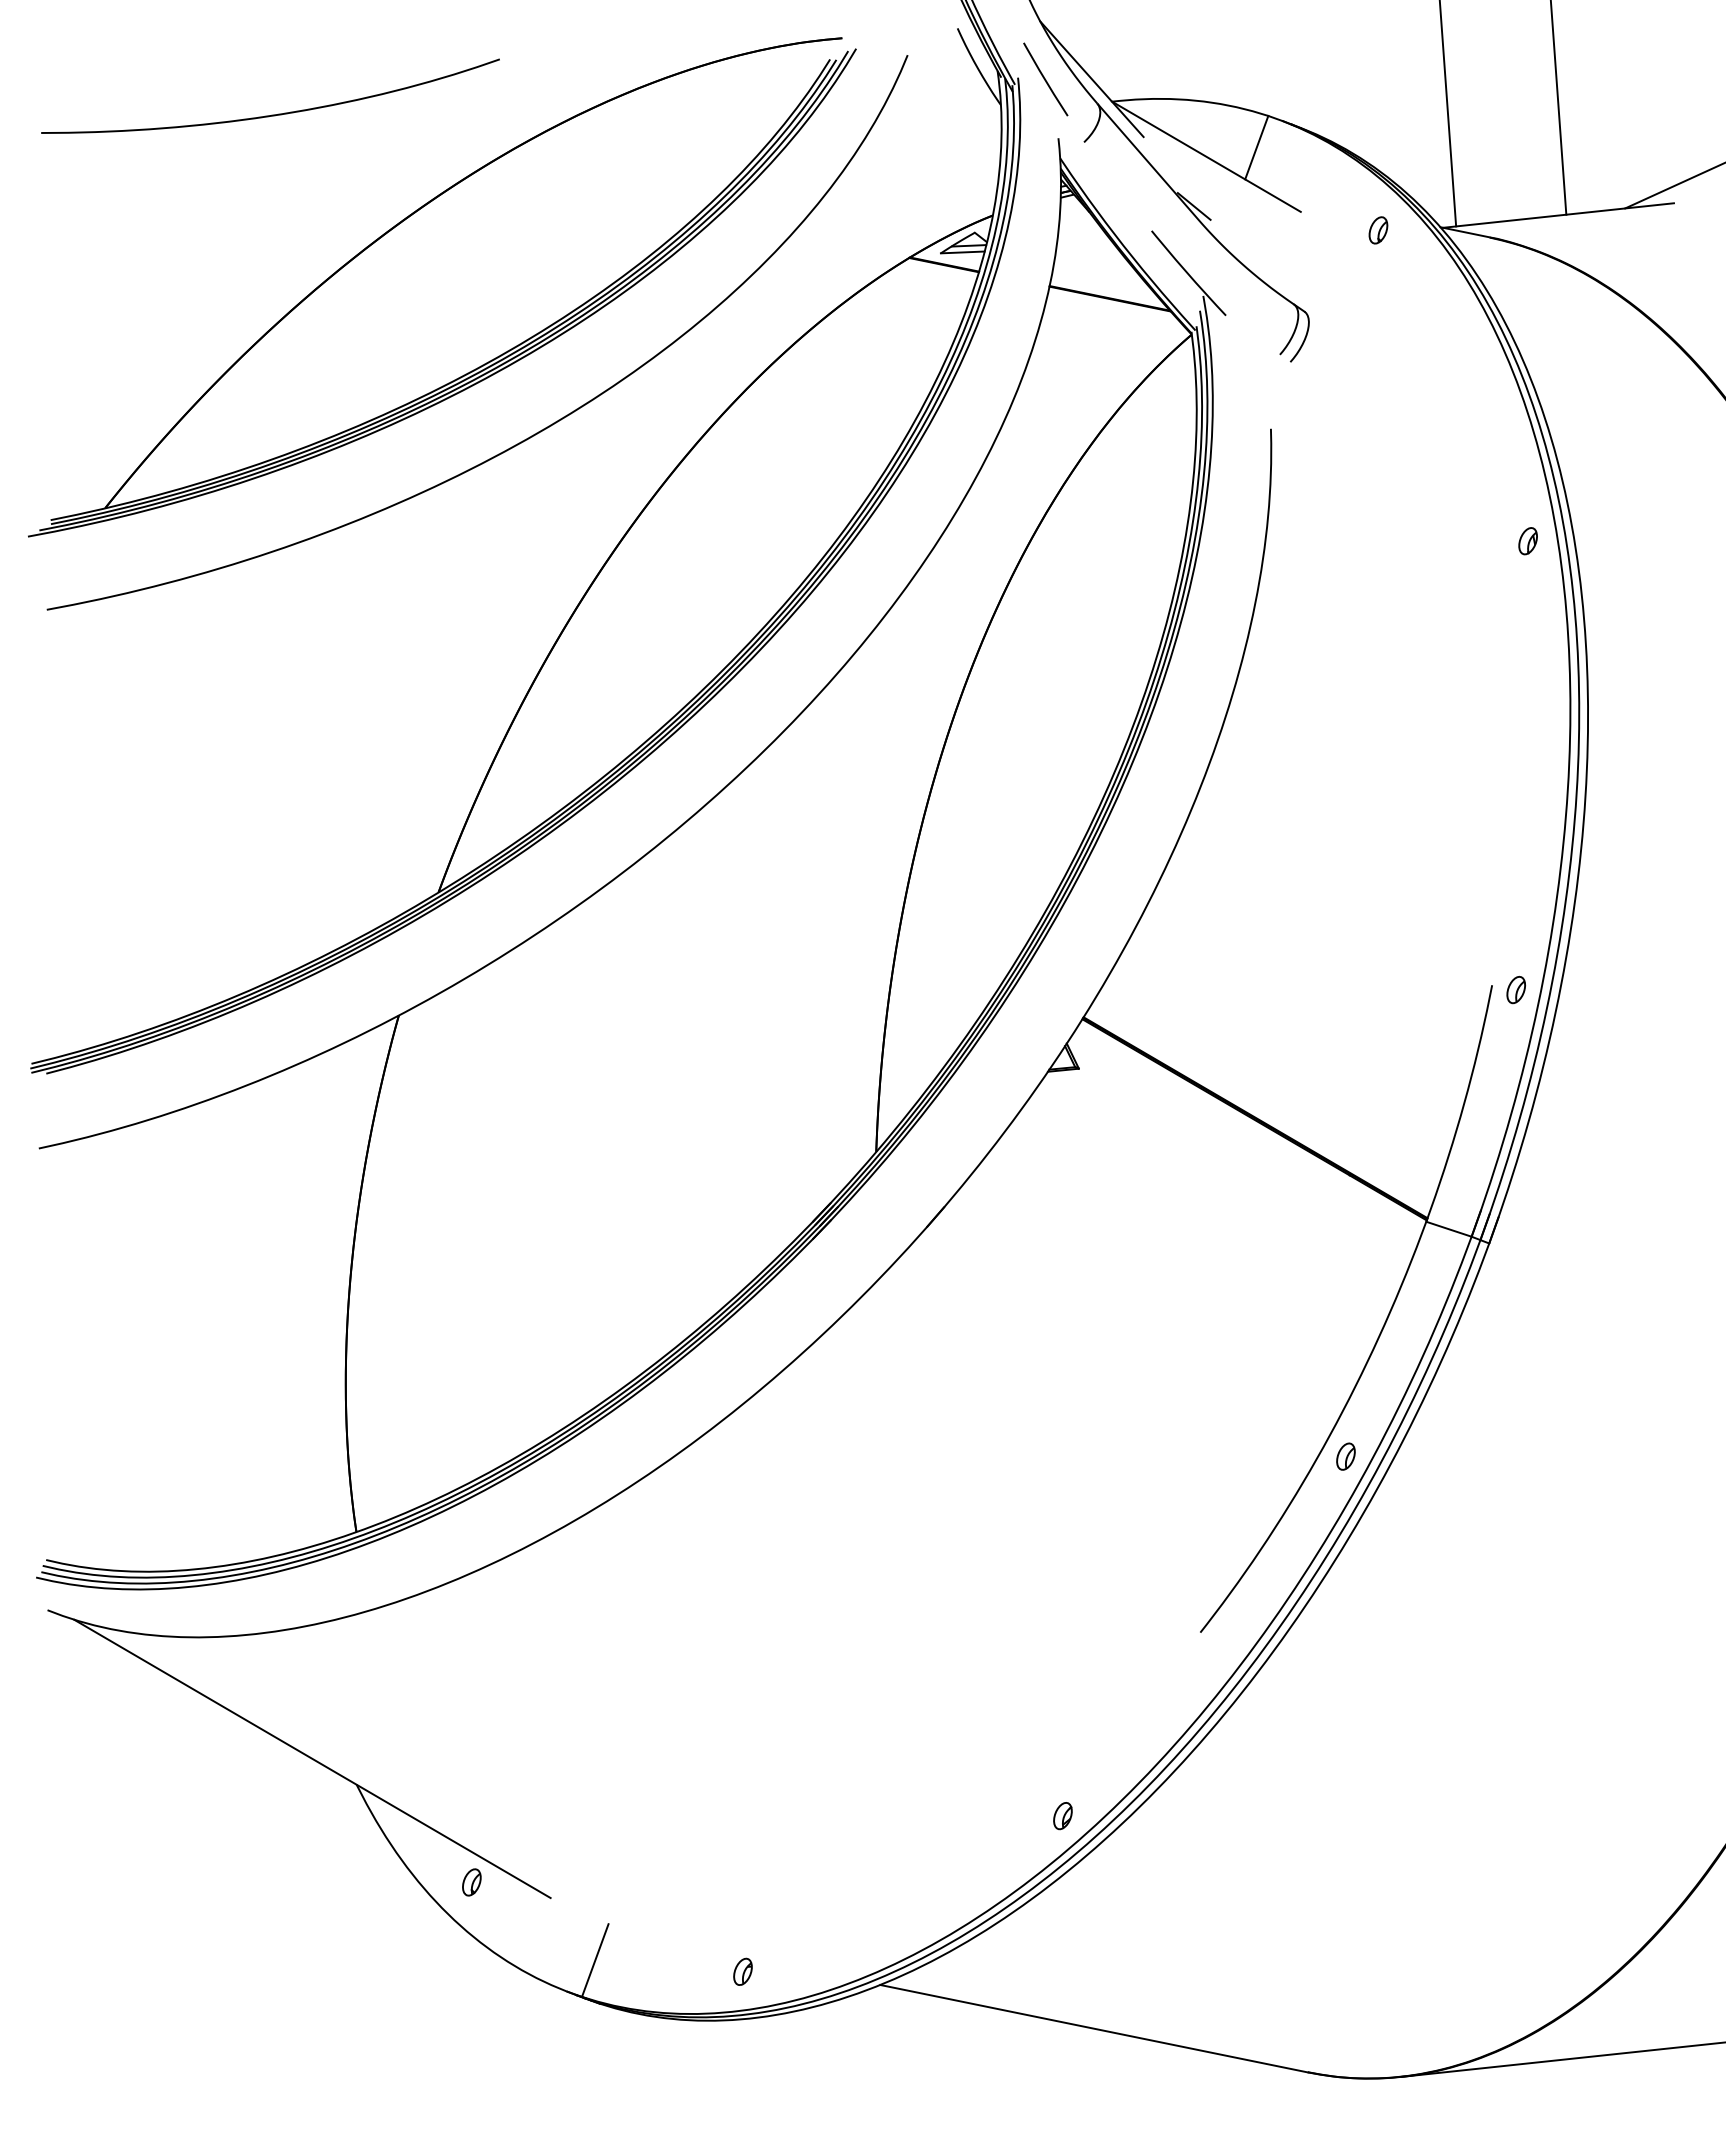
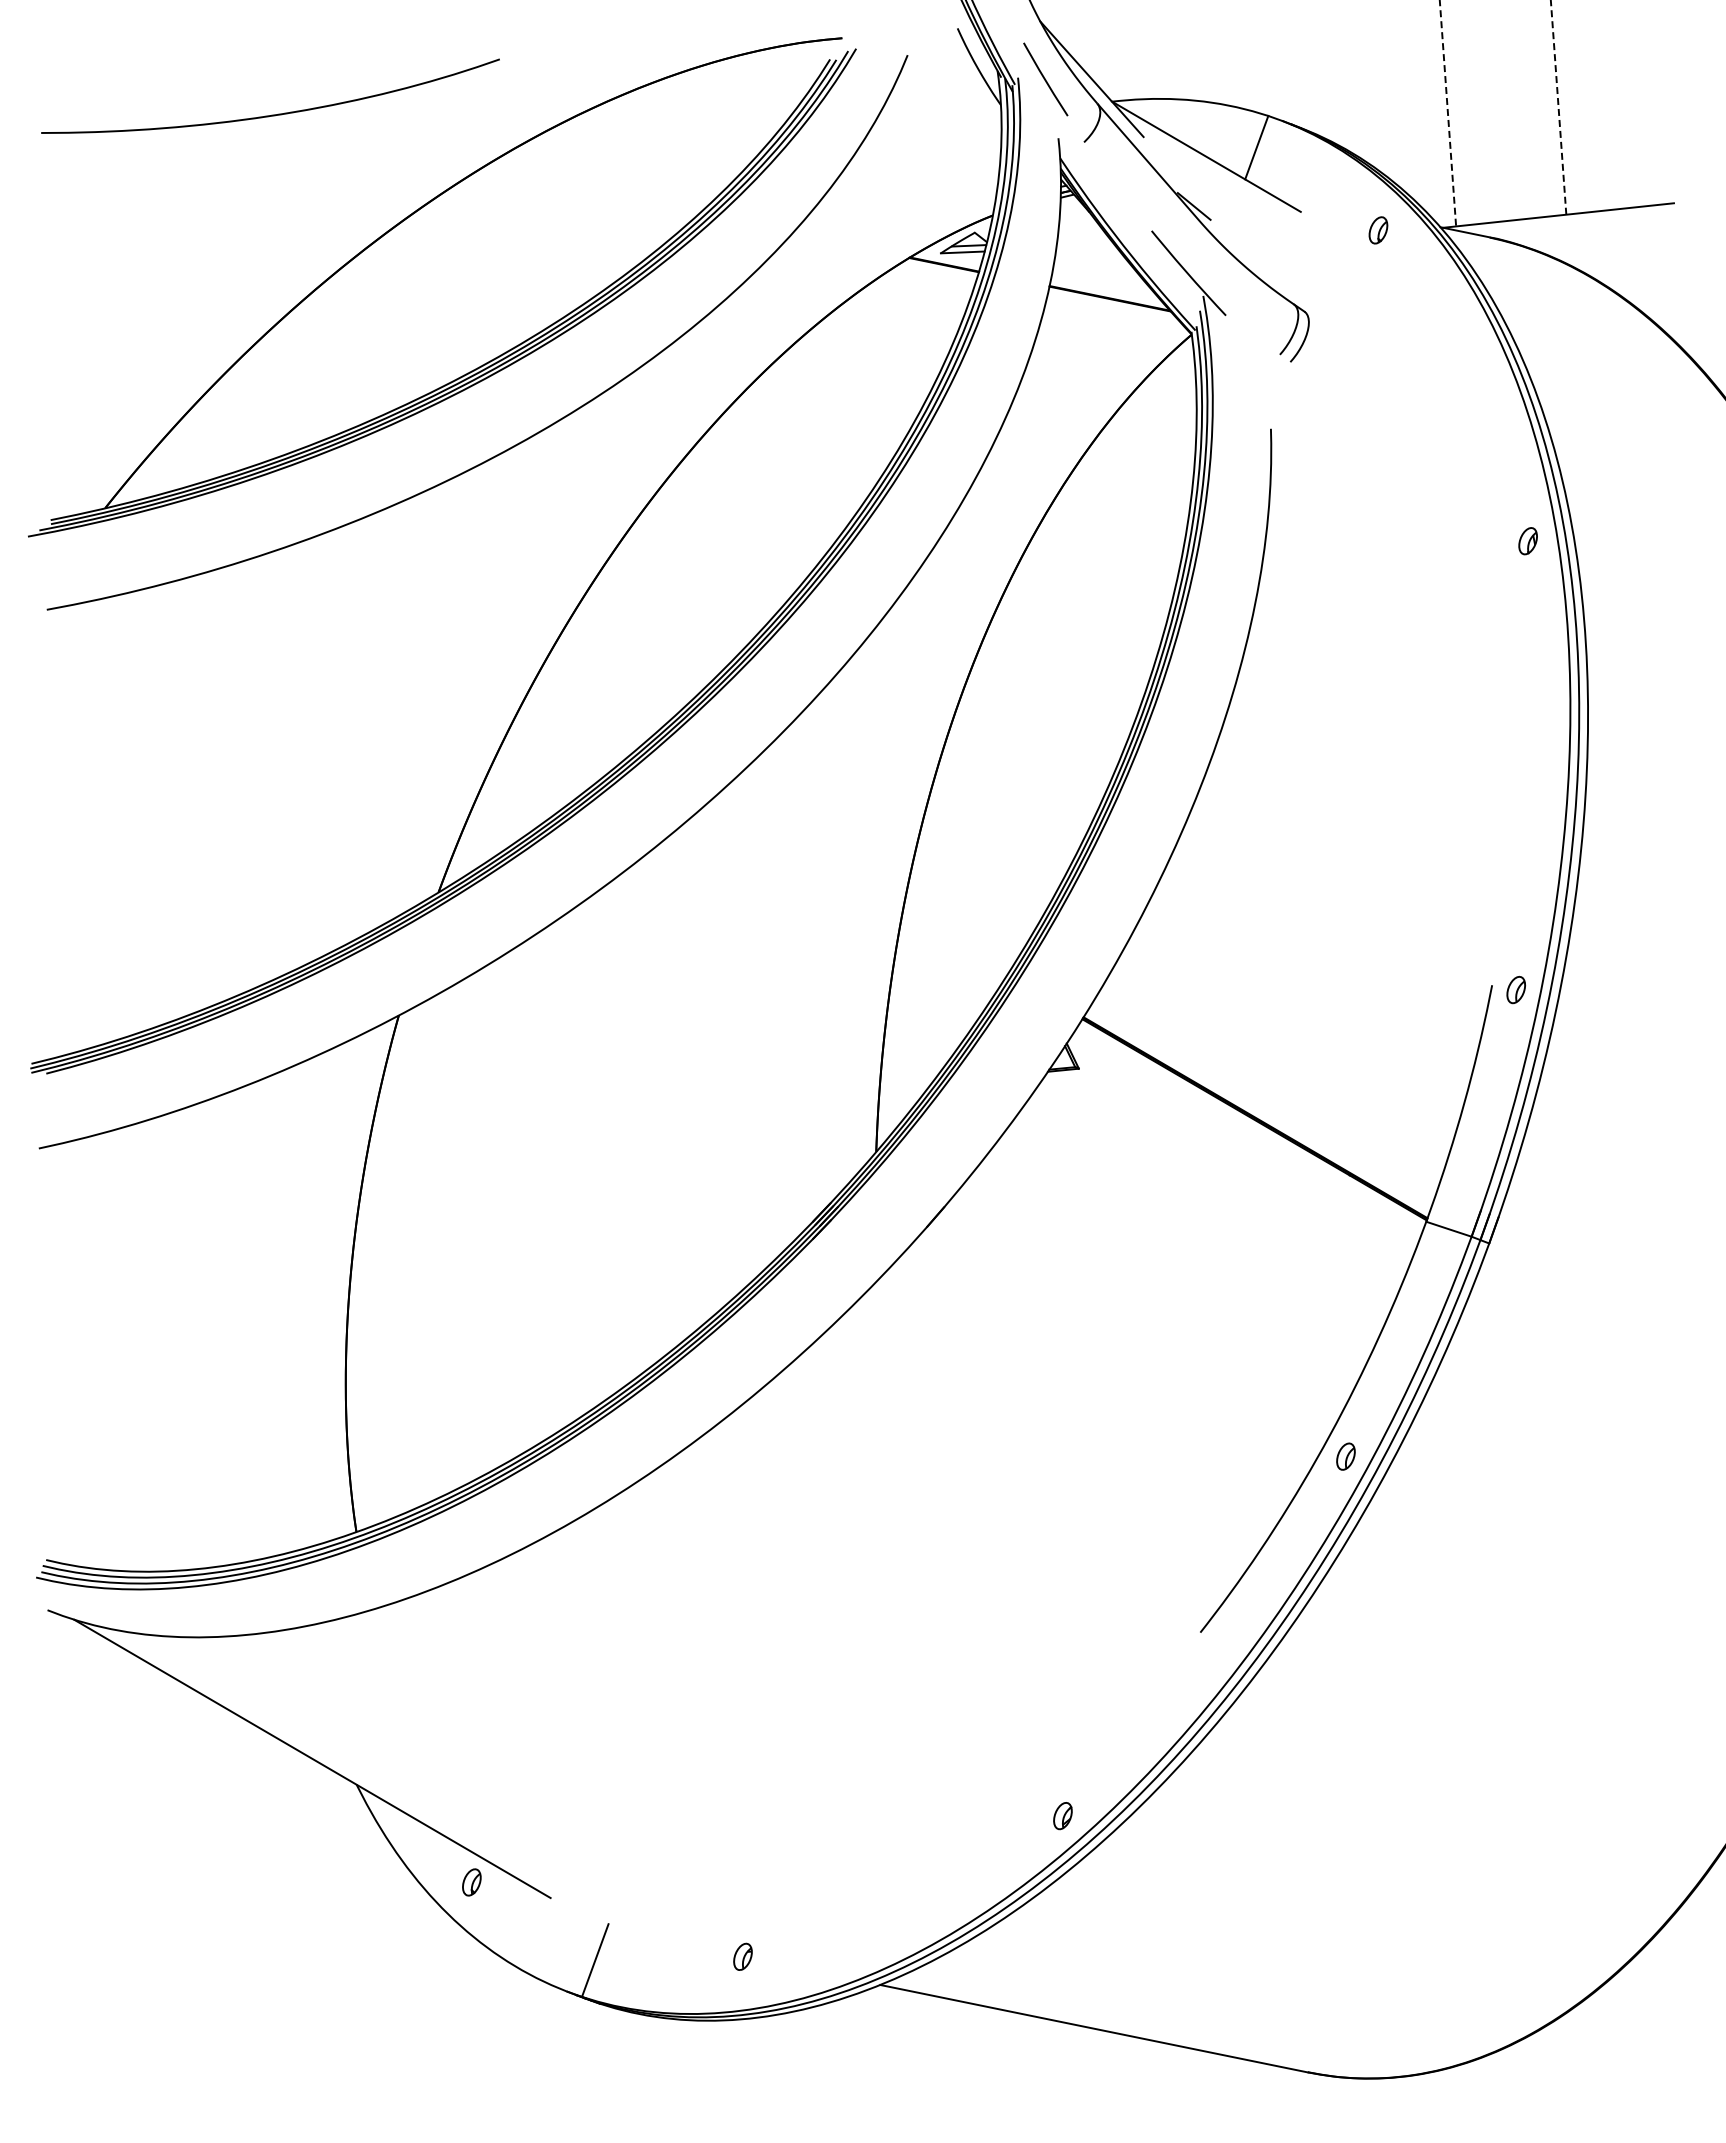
line at (1558, 107): solid -> dashed
line at (1447, 113): solid -> dashed
line at (1673, 186): present -> none
part at (742, 1971) position: (742, 1971) -> (742, 1956)
line at (1561, 2059): present -> none
